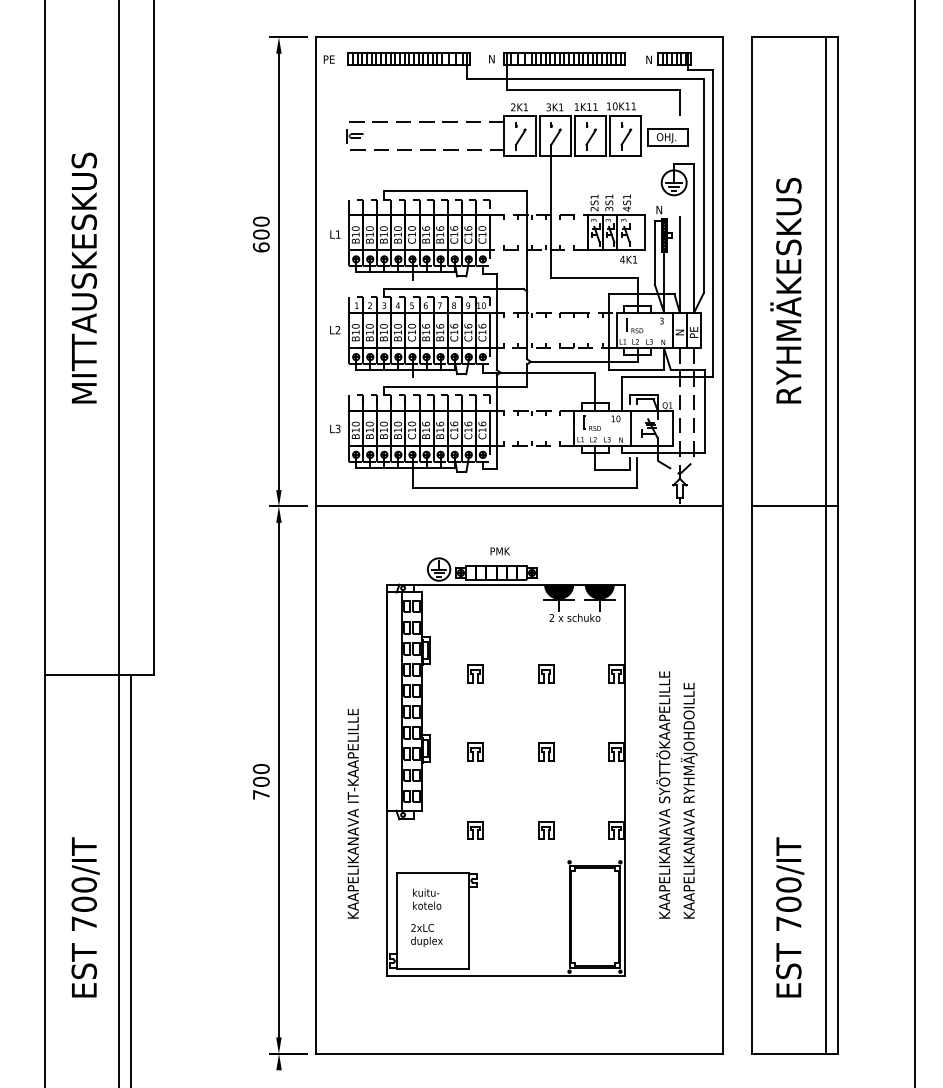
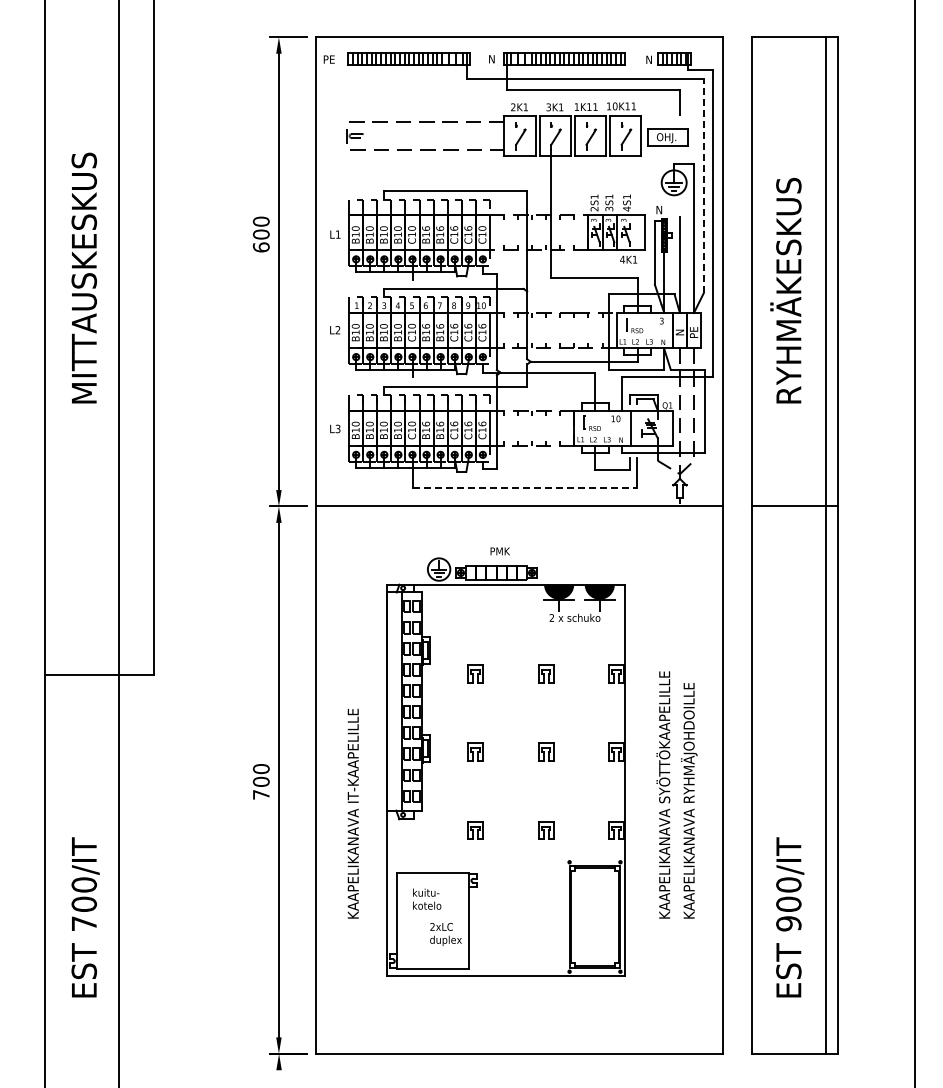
line at (703, 185): solid -> dashed
line at (525, 487): solid -> dashed
line at (130, 879): present -> none
text at (788, 923): 700/IT -> 900/IT
text at (426, 935) position: (426, 935) -> (445, 934)
